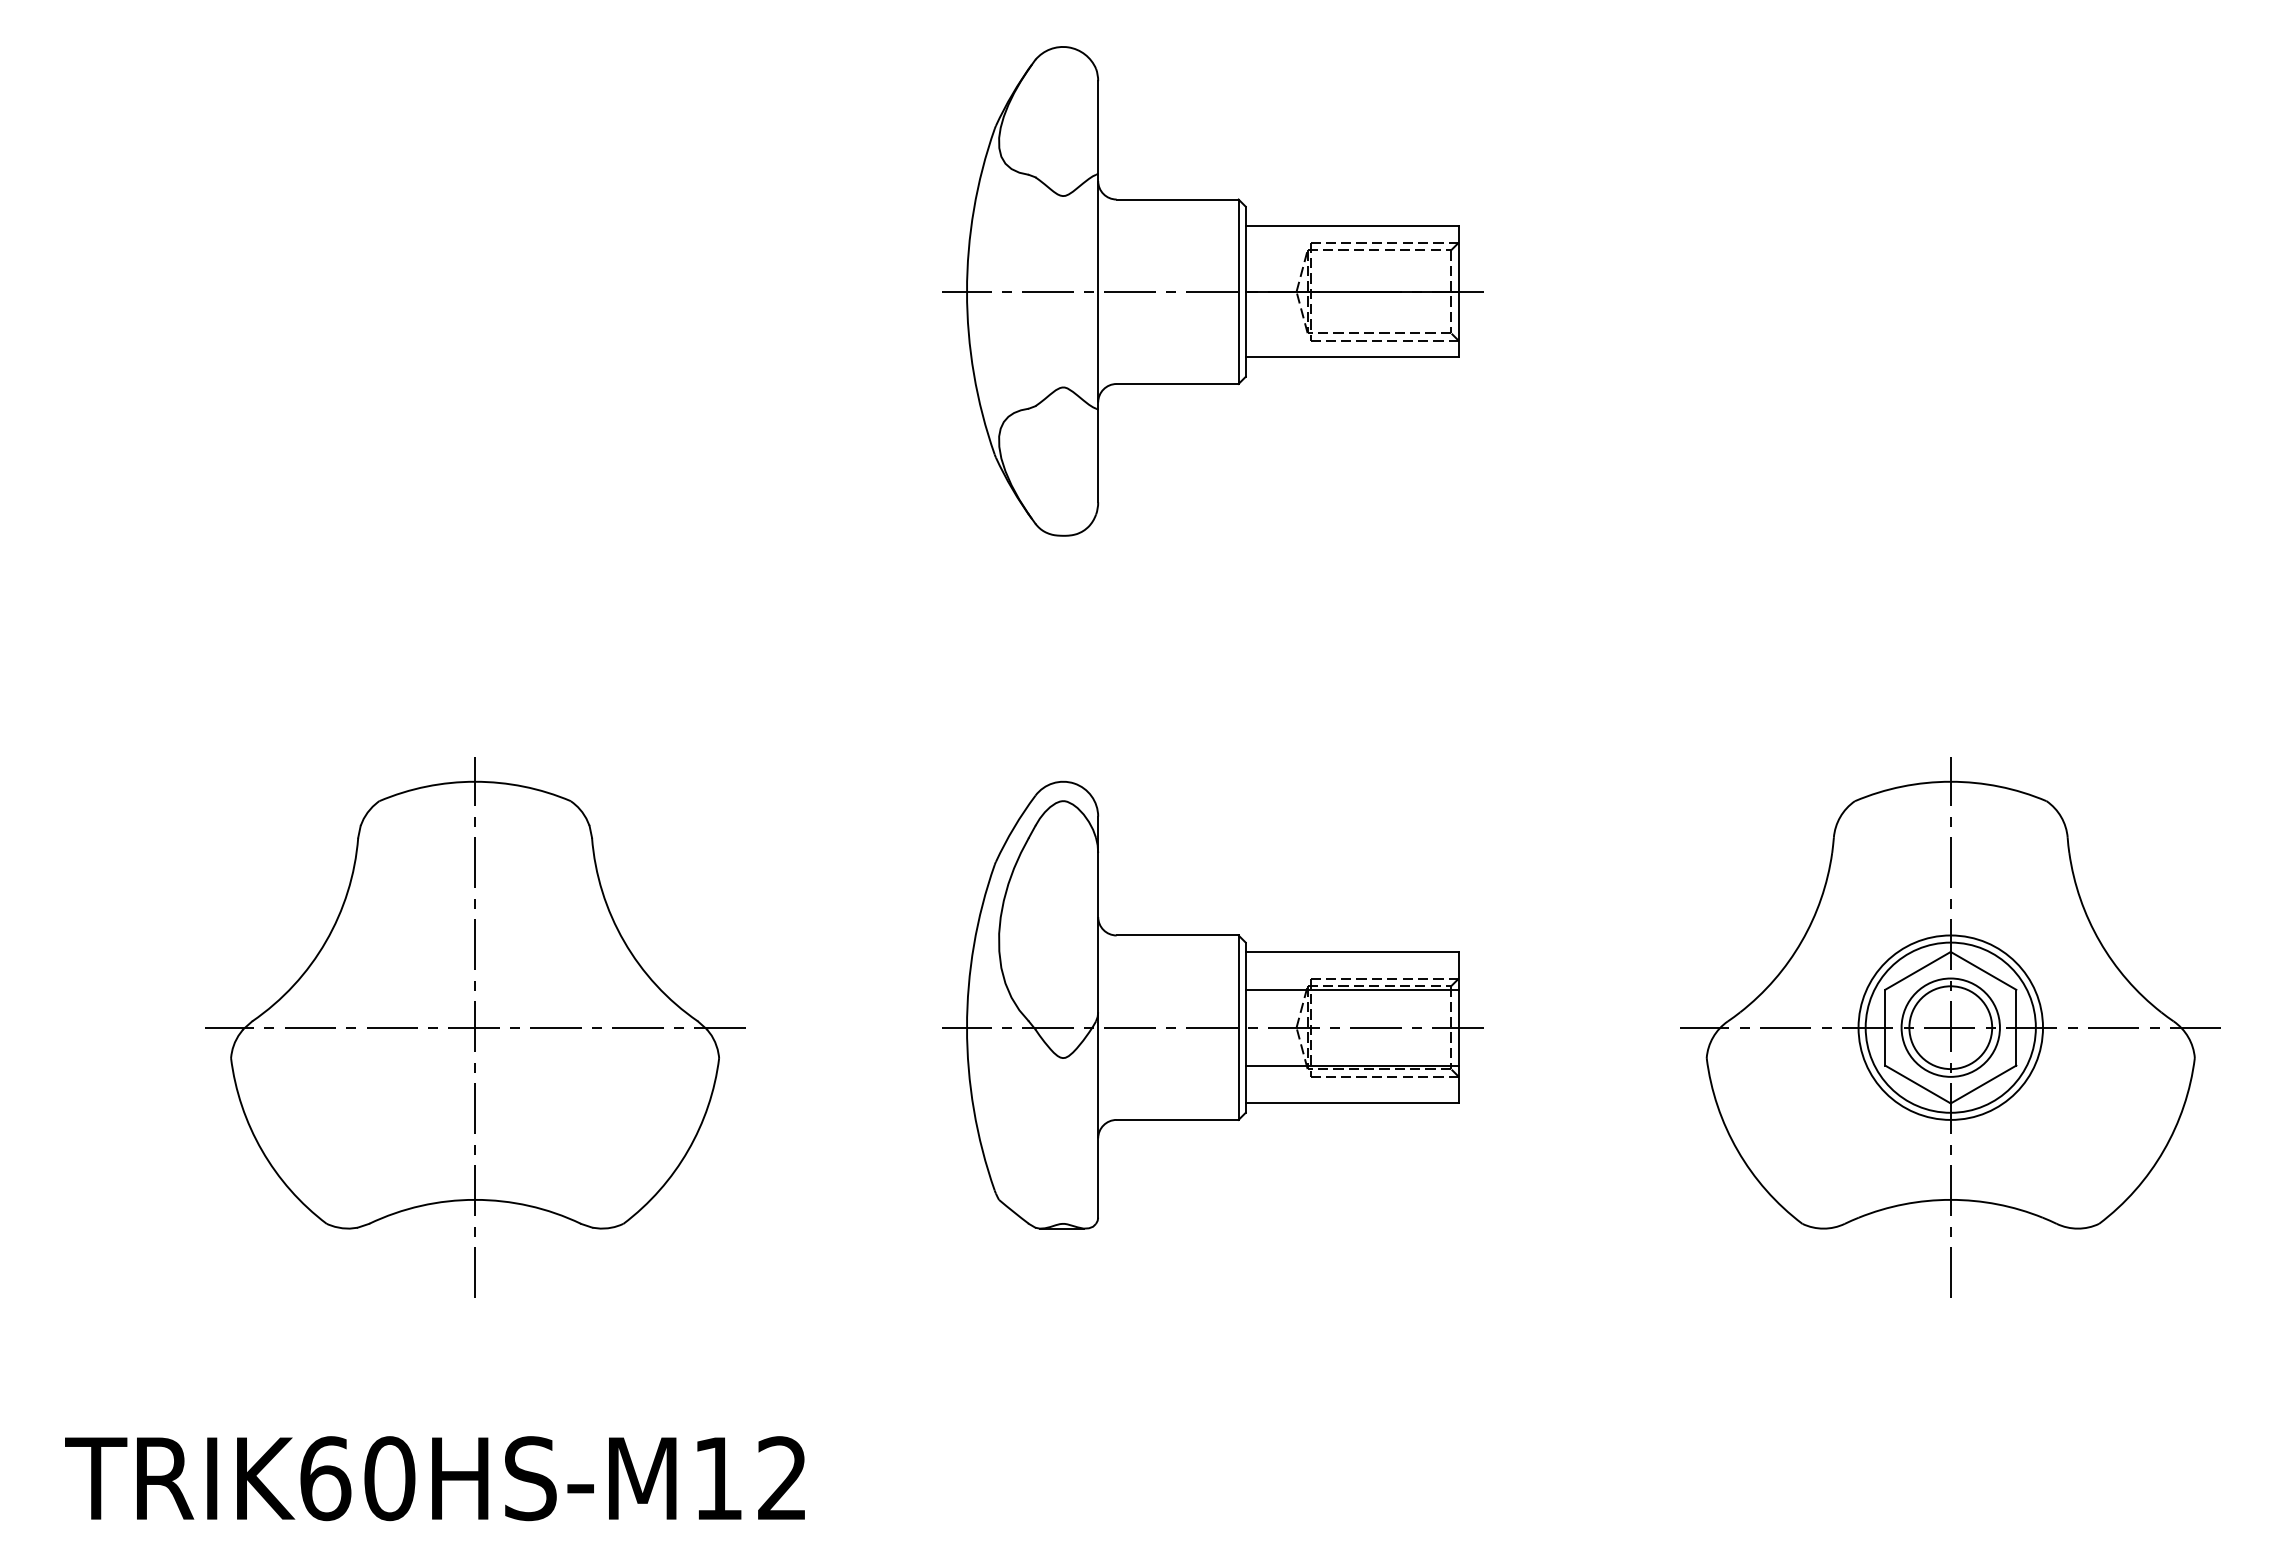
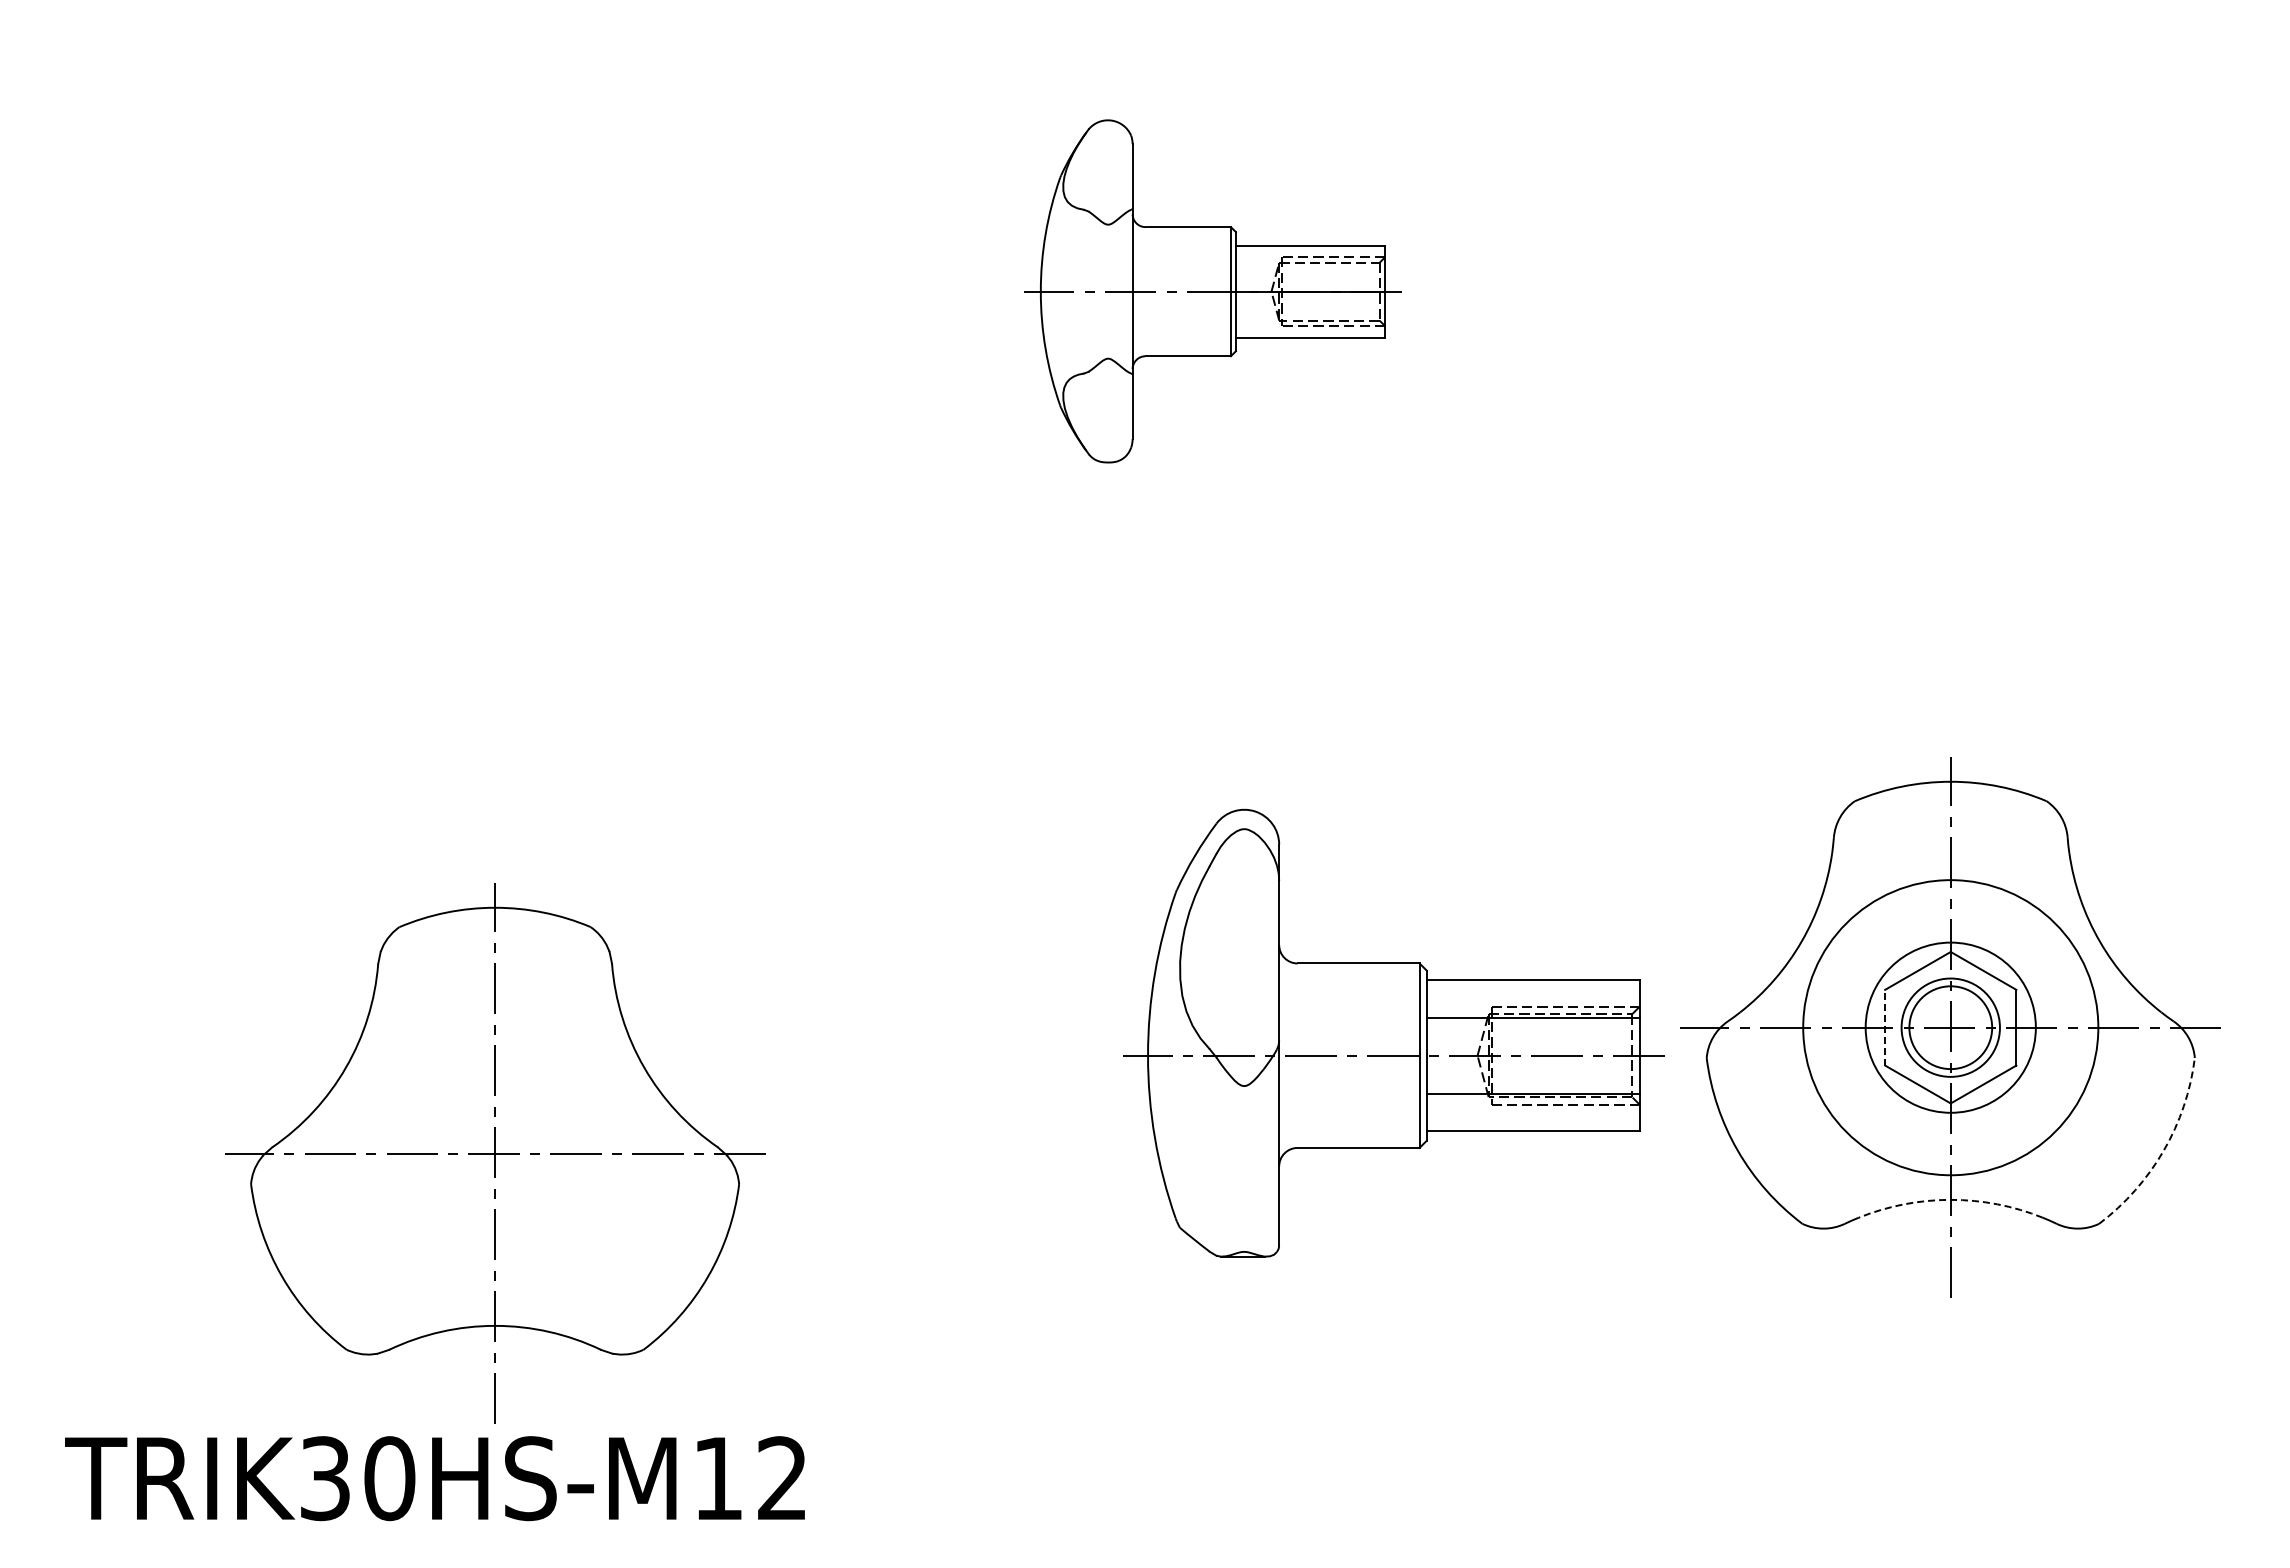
part at (1212, 291) size: 542x491 px -> 378x345 px
part at (1212, 1004) position: (1212, 1004) -> (1393, 1032)
part at (475, 1027) position: (475, 1027) -> (495, 1153)
line at (1885, 1027): solid -> dashed
circle at (1950, 1027) diameter: 184 px -> 295 px
arc at (2163, 1150): solid -> dashed
arc at (1950, 1199): solid -> dashed
text at (325, 1478): TRIK60HS-M12 -> TRIK30HS-M12
